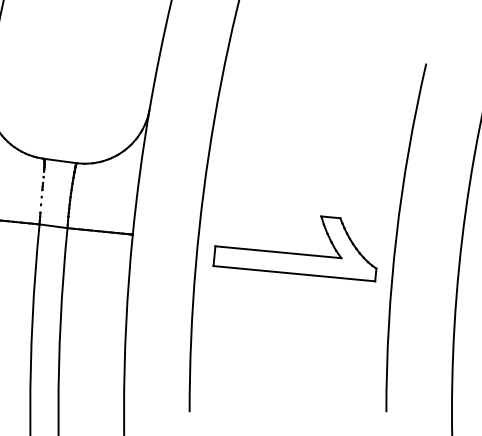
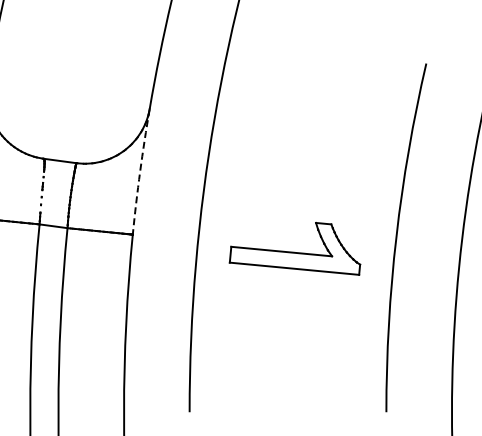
arc at (140, 171): solid -> dashed
part at (294, 248) size: 166x68 px -> 134x54 px
